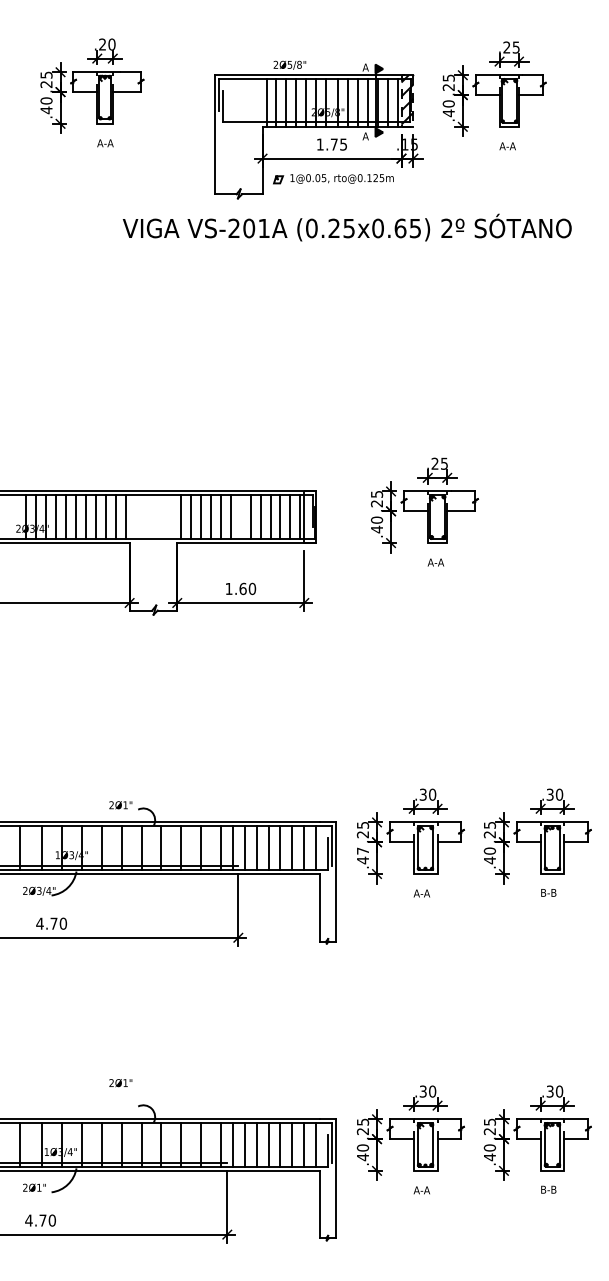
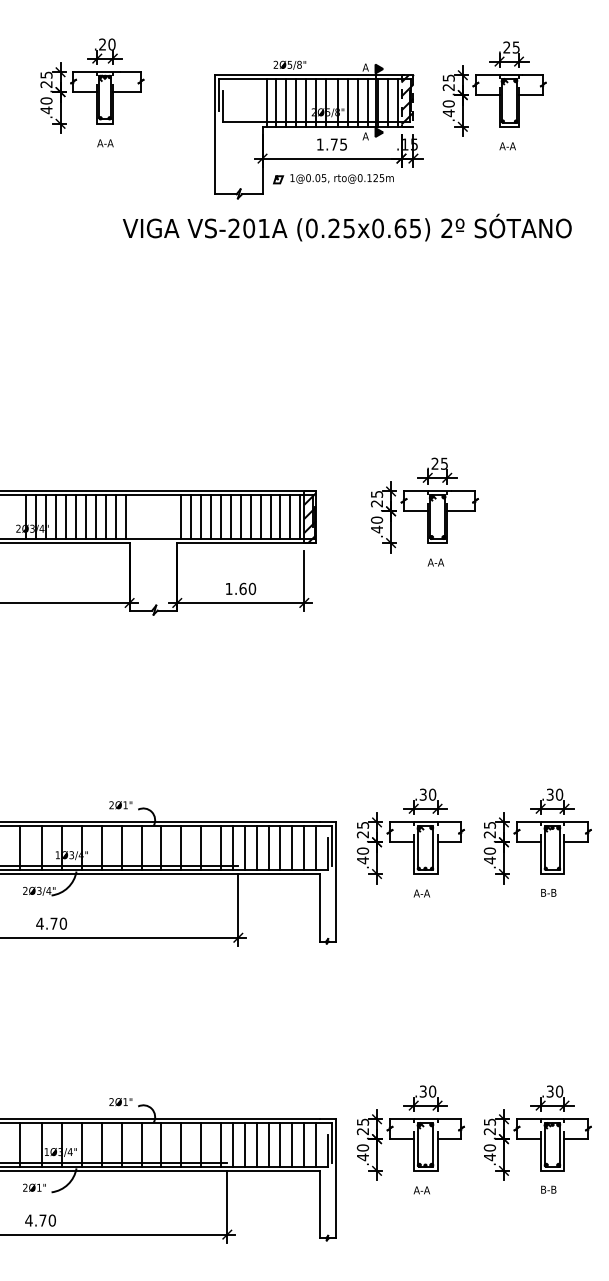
line at (240, 517): none -> present
hatch at (310, 518): none -> present
text at (362, 850): .47 -> .40
text at (120, 1083) position: (120, 1083) -> (120, 1102)
